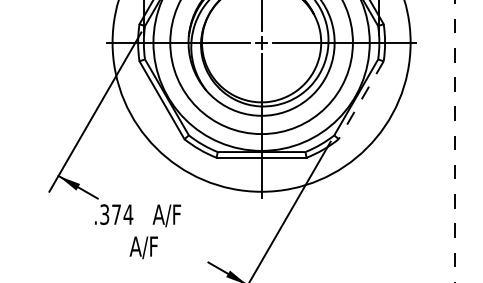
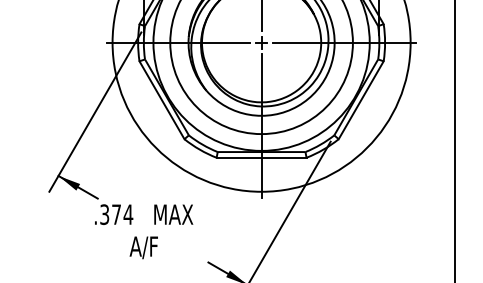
line at (361, 100): dashed -> solid
line at (454, 141): dashed -> solid
text at (172, 215): A/F -> MAX
